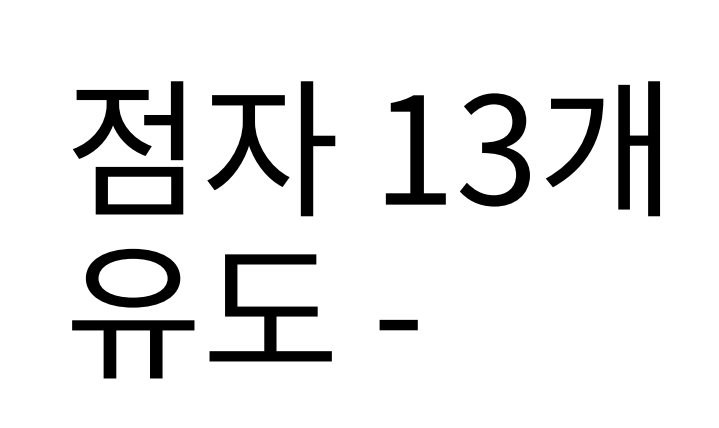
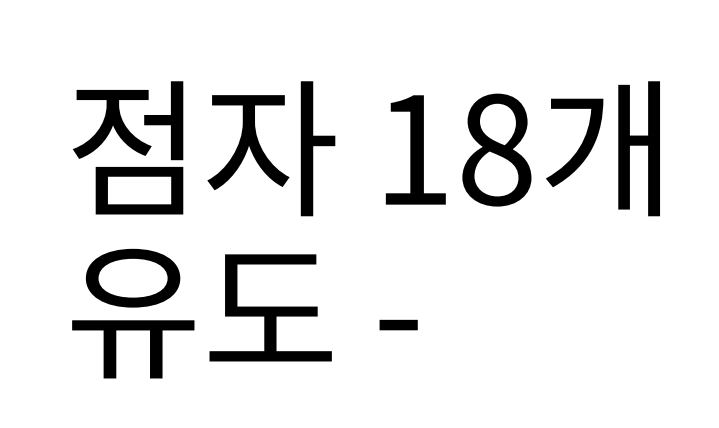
text at (495, 149): 13 -> 18
